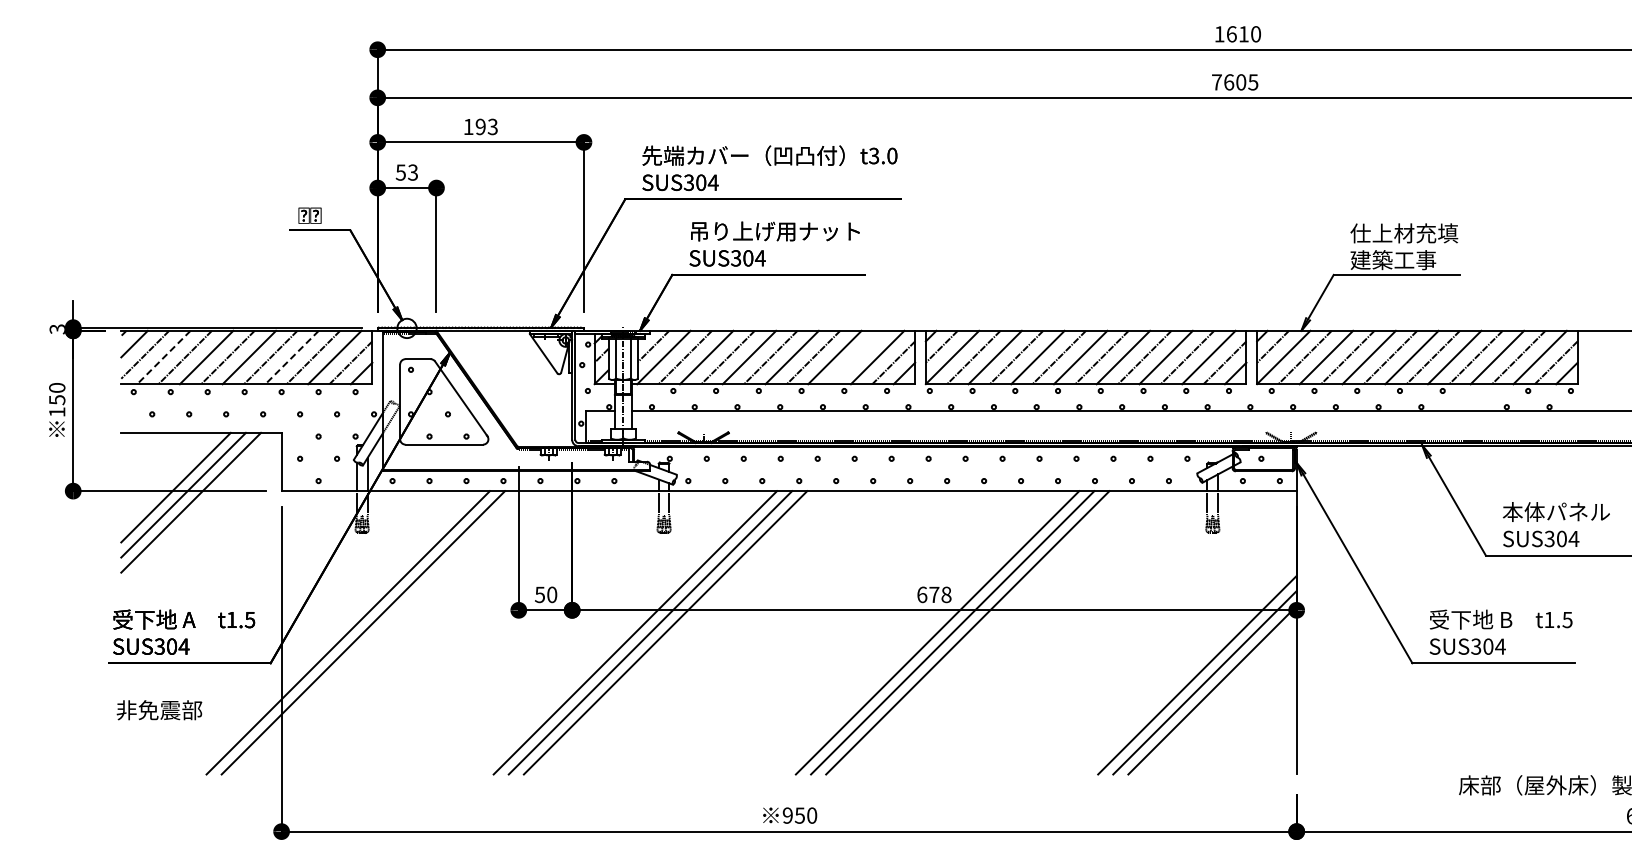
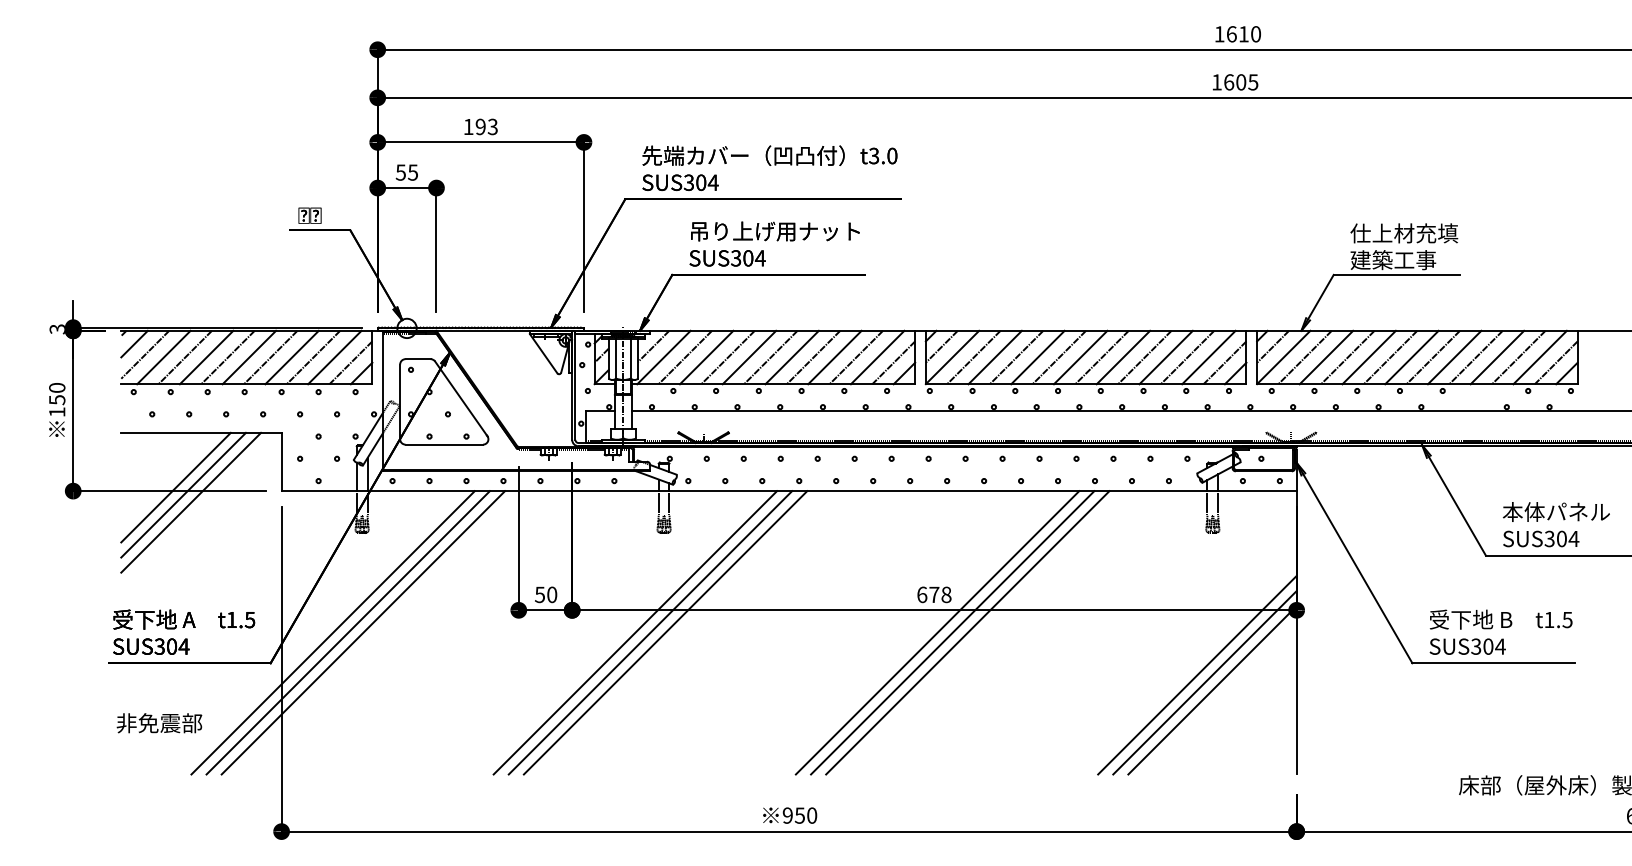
text at (1216, 82): 7605 -> 1605
text at (412, 172): 53 -> 55
line at (163, 357): dashed -> solid
line at (292, 357): dashed -> solid
line at (856, 357): none -> present
line at (332, 632): none -> present
text at (159, 710) position: (159, 710) -> (159, 723)
